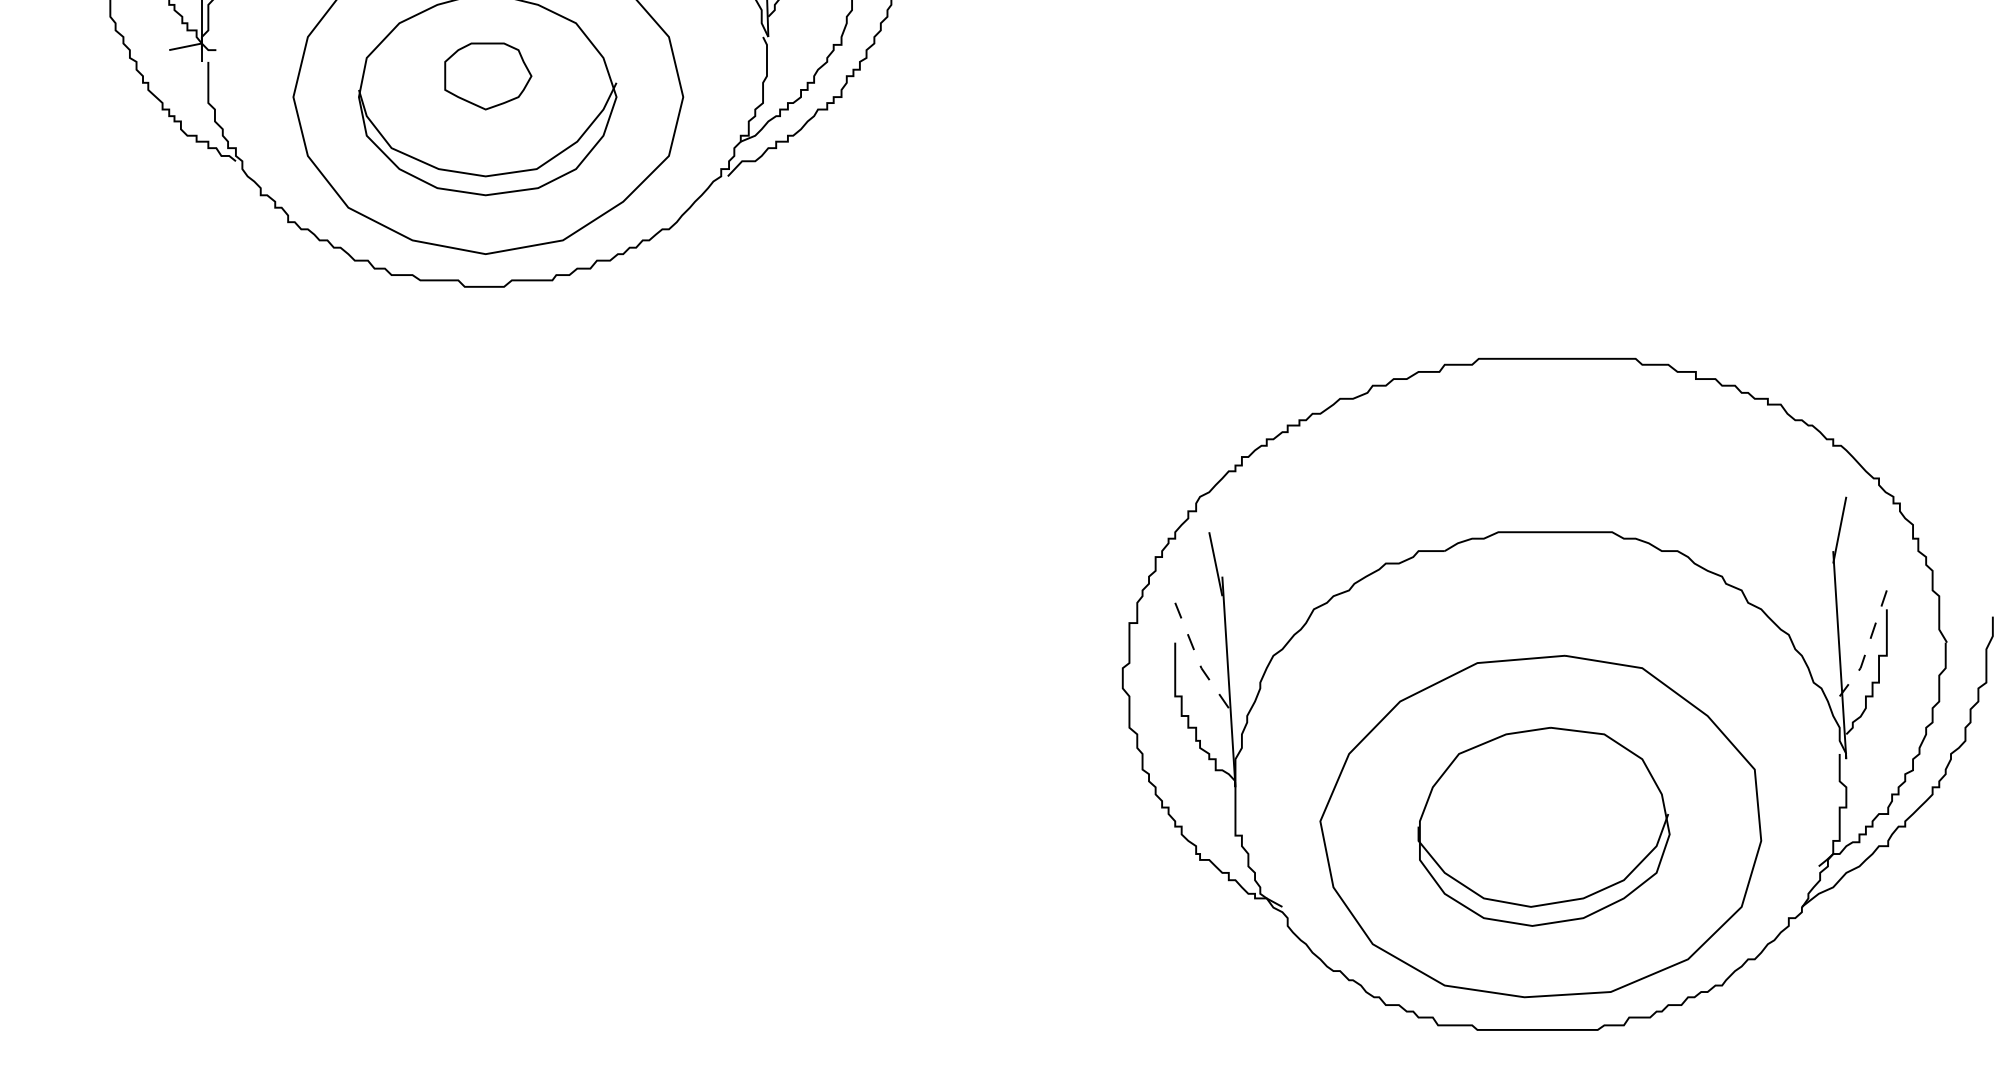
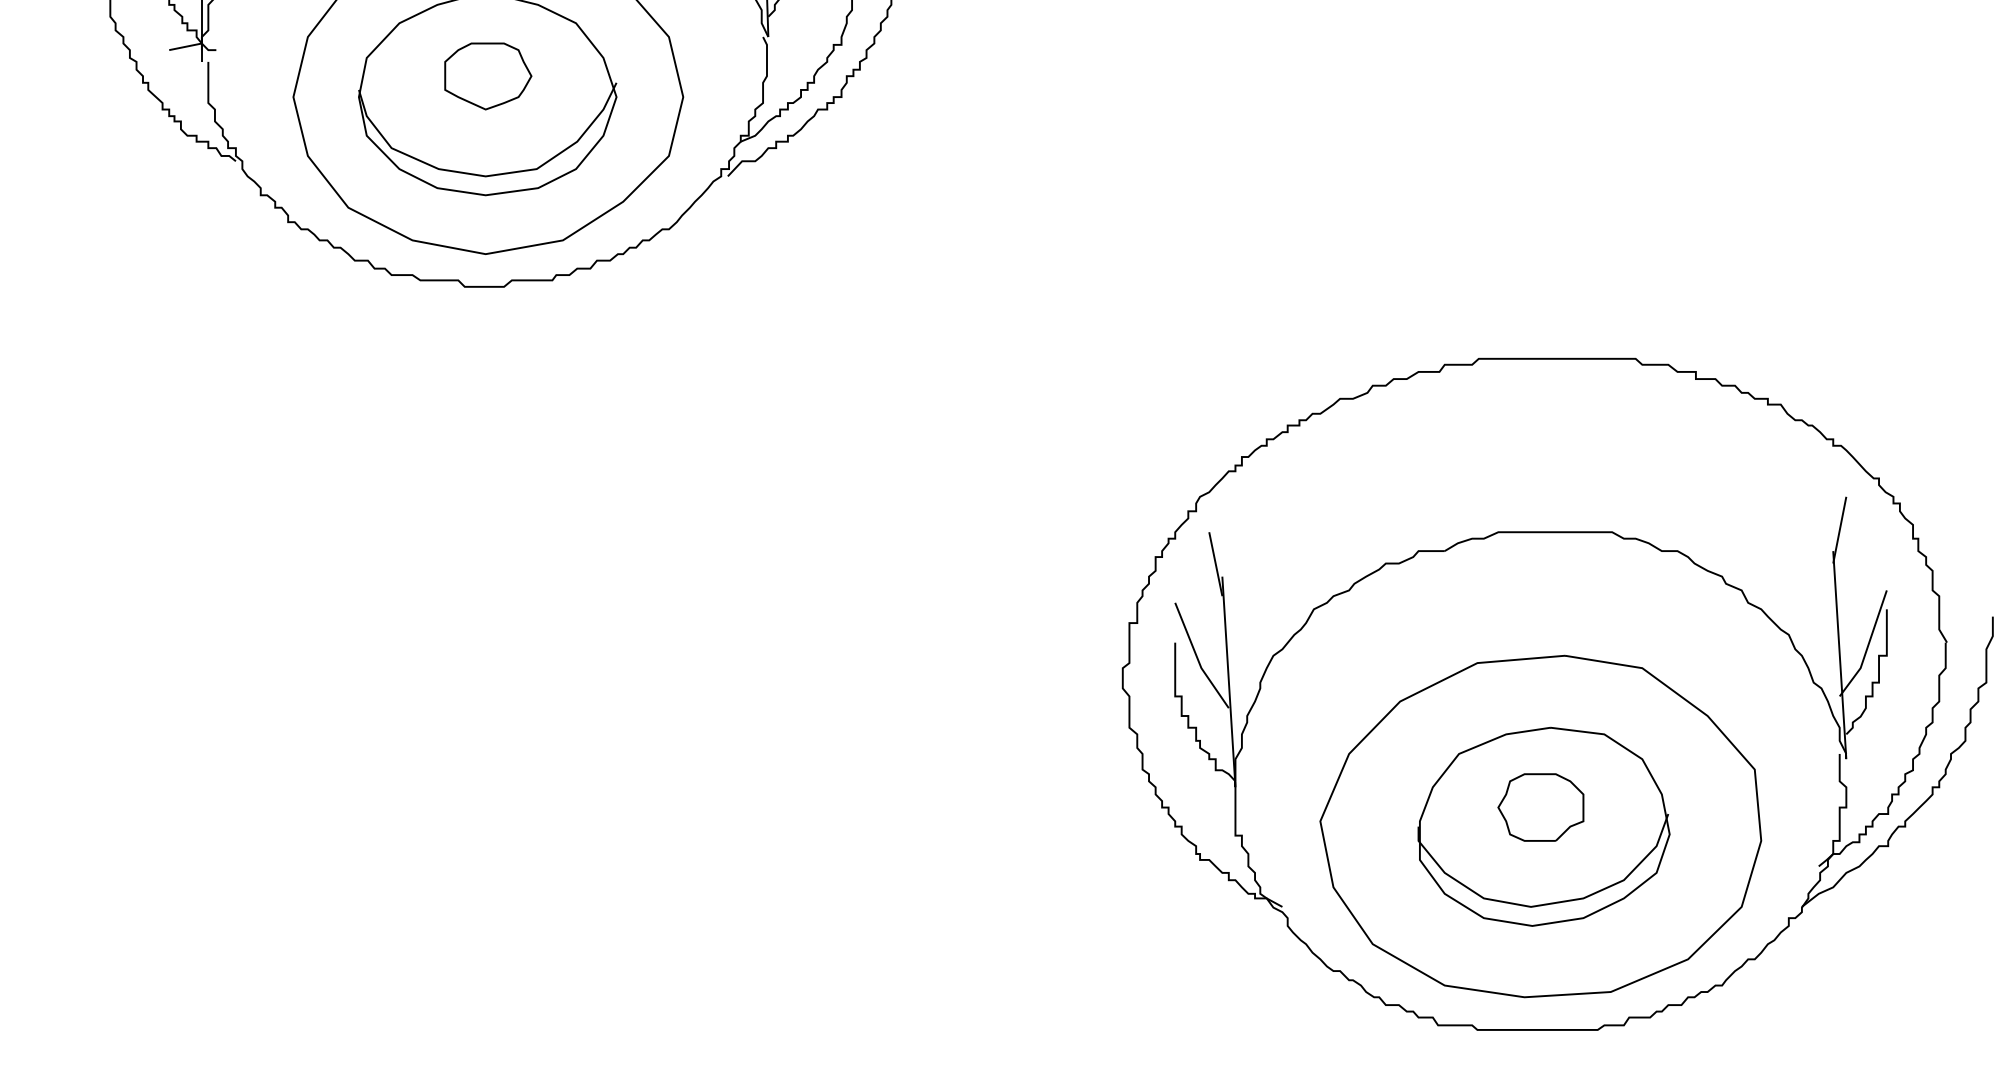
line at (1867, 646): dashed -> solid
line at (1197, 658): dashed -> solid
part at (1540, 807): none -> present
